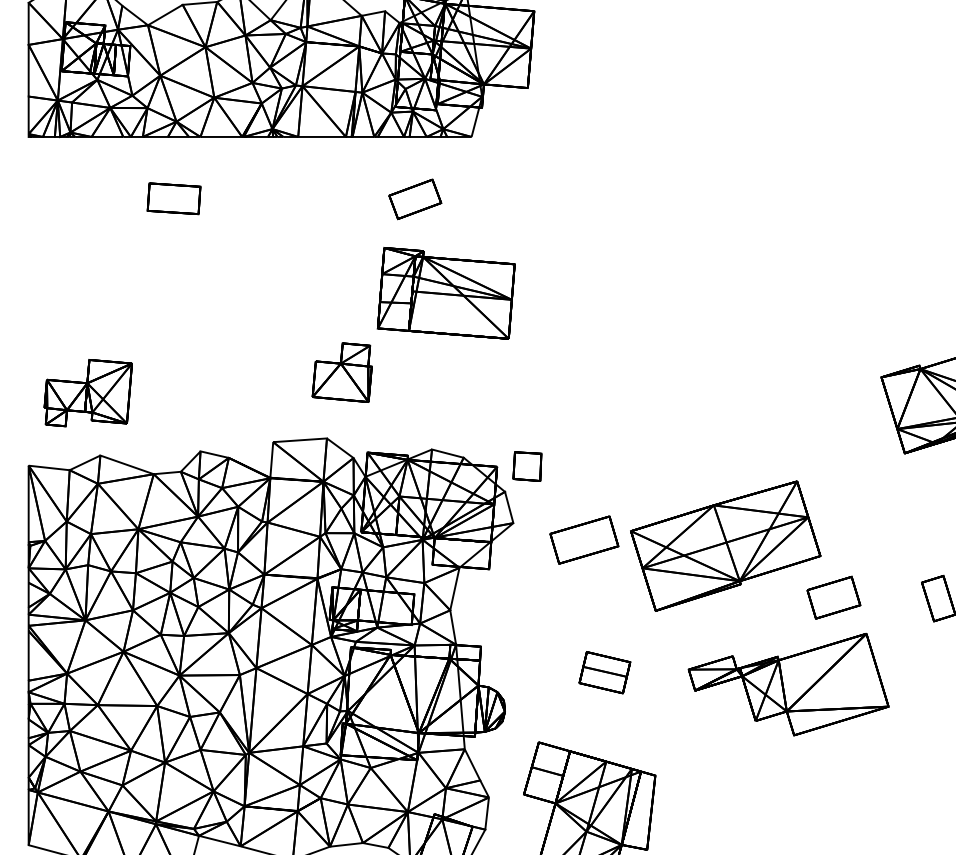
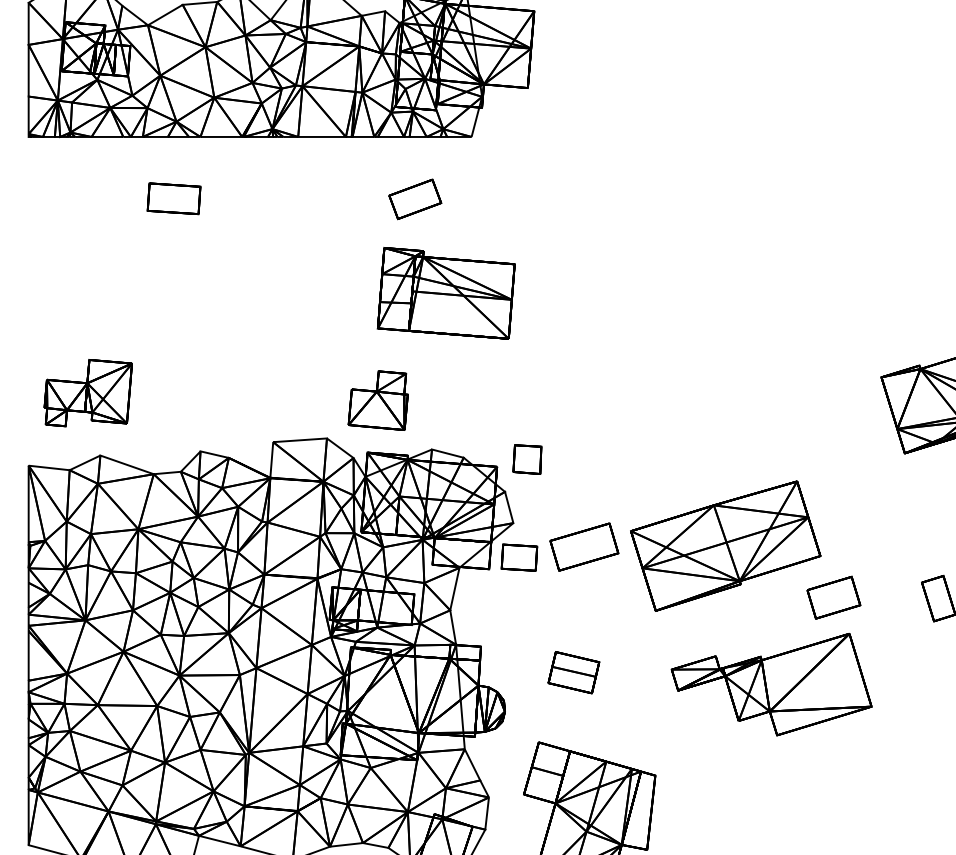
part at (341, 372) position: (341, 372) -> (377, 400)
part at (527, 466) position: (527, 466) -> (527, 459)
part at (584, 539) position: (584, 539) -> (584, 546)
part at (519, 557): none -> present
part at (604, 672) position: (604, 672) -> (573, 672)
part at (788, 684) position: (788, 684) -> (771, 684)
